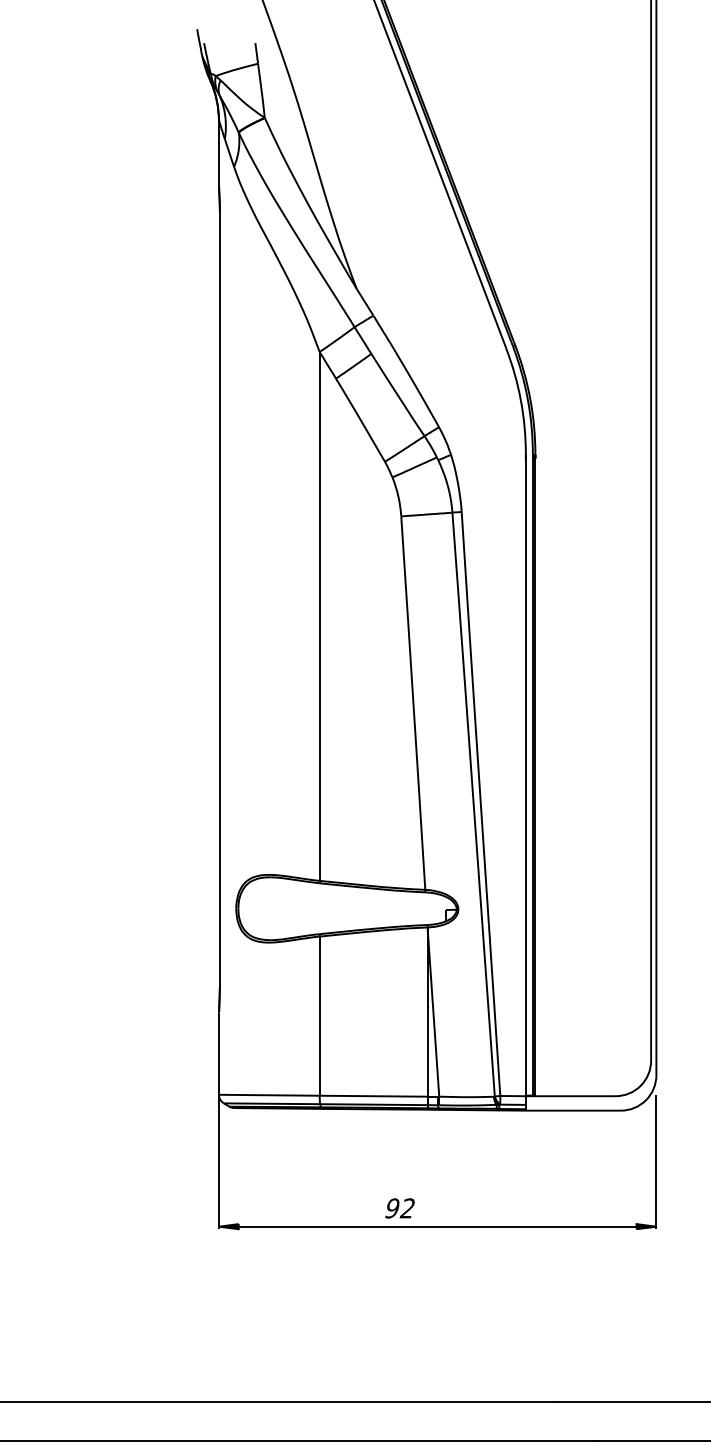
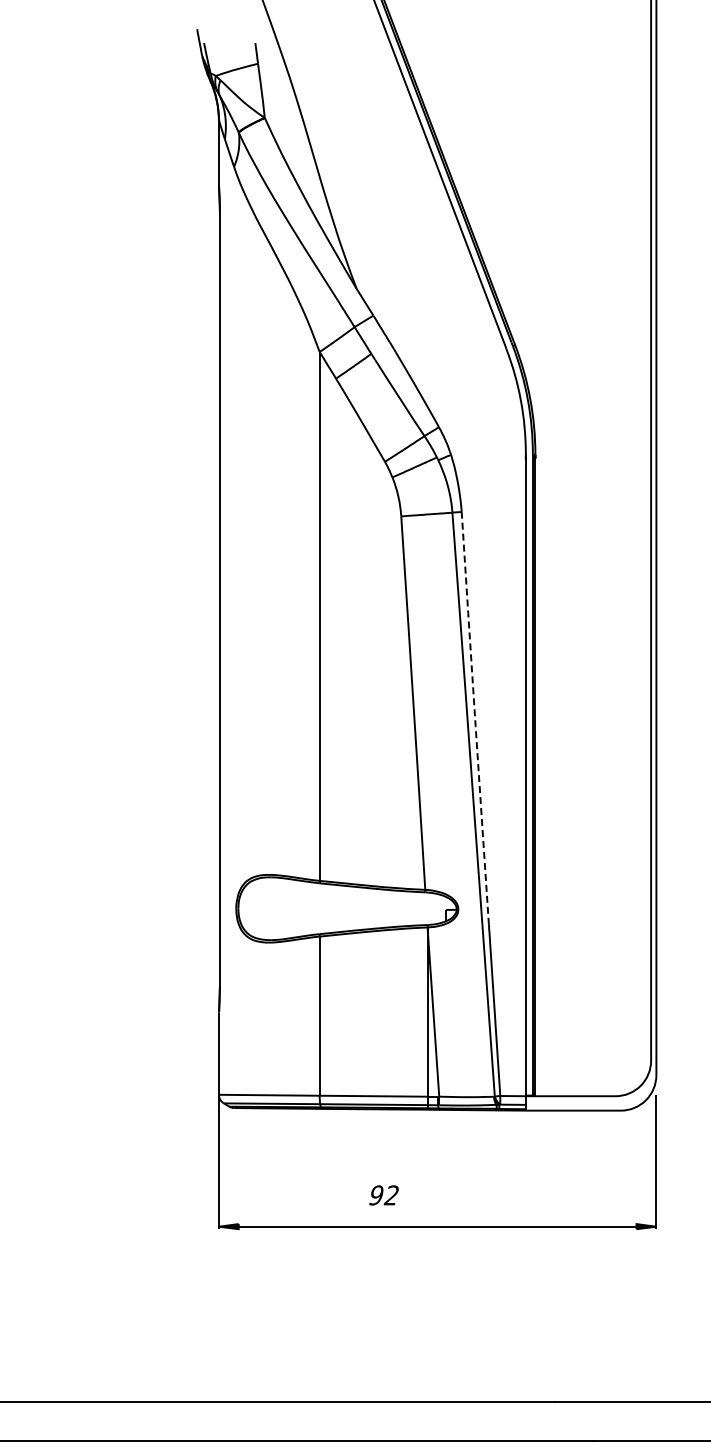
line at (475, 717): solid -> dashed
text at (399, 1208) position: (399, 1208) -> (383, 1195)
